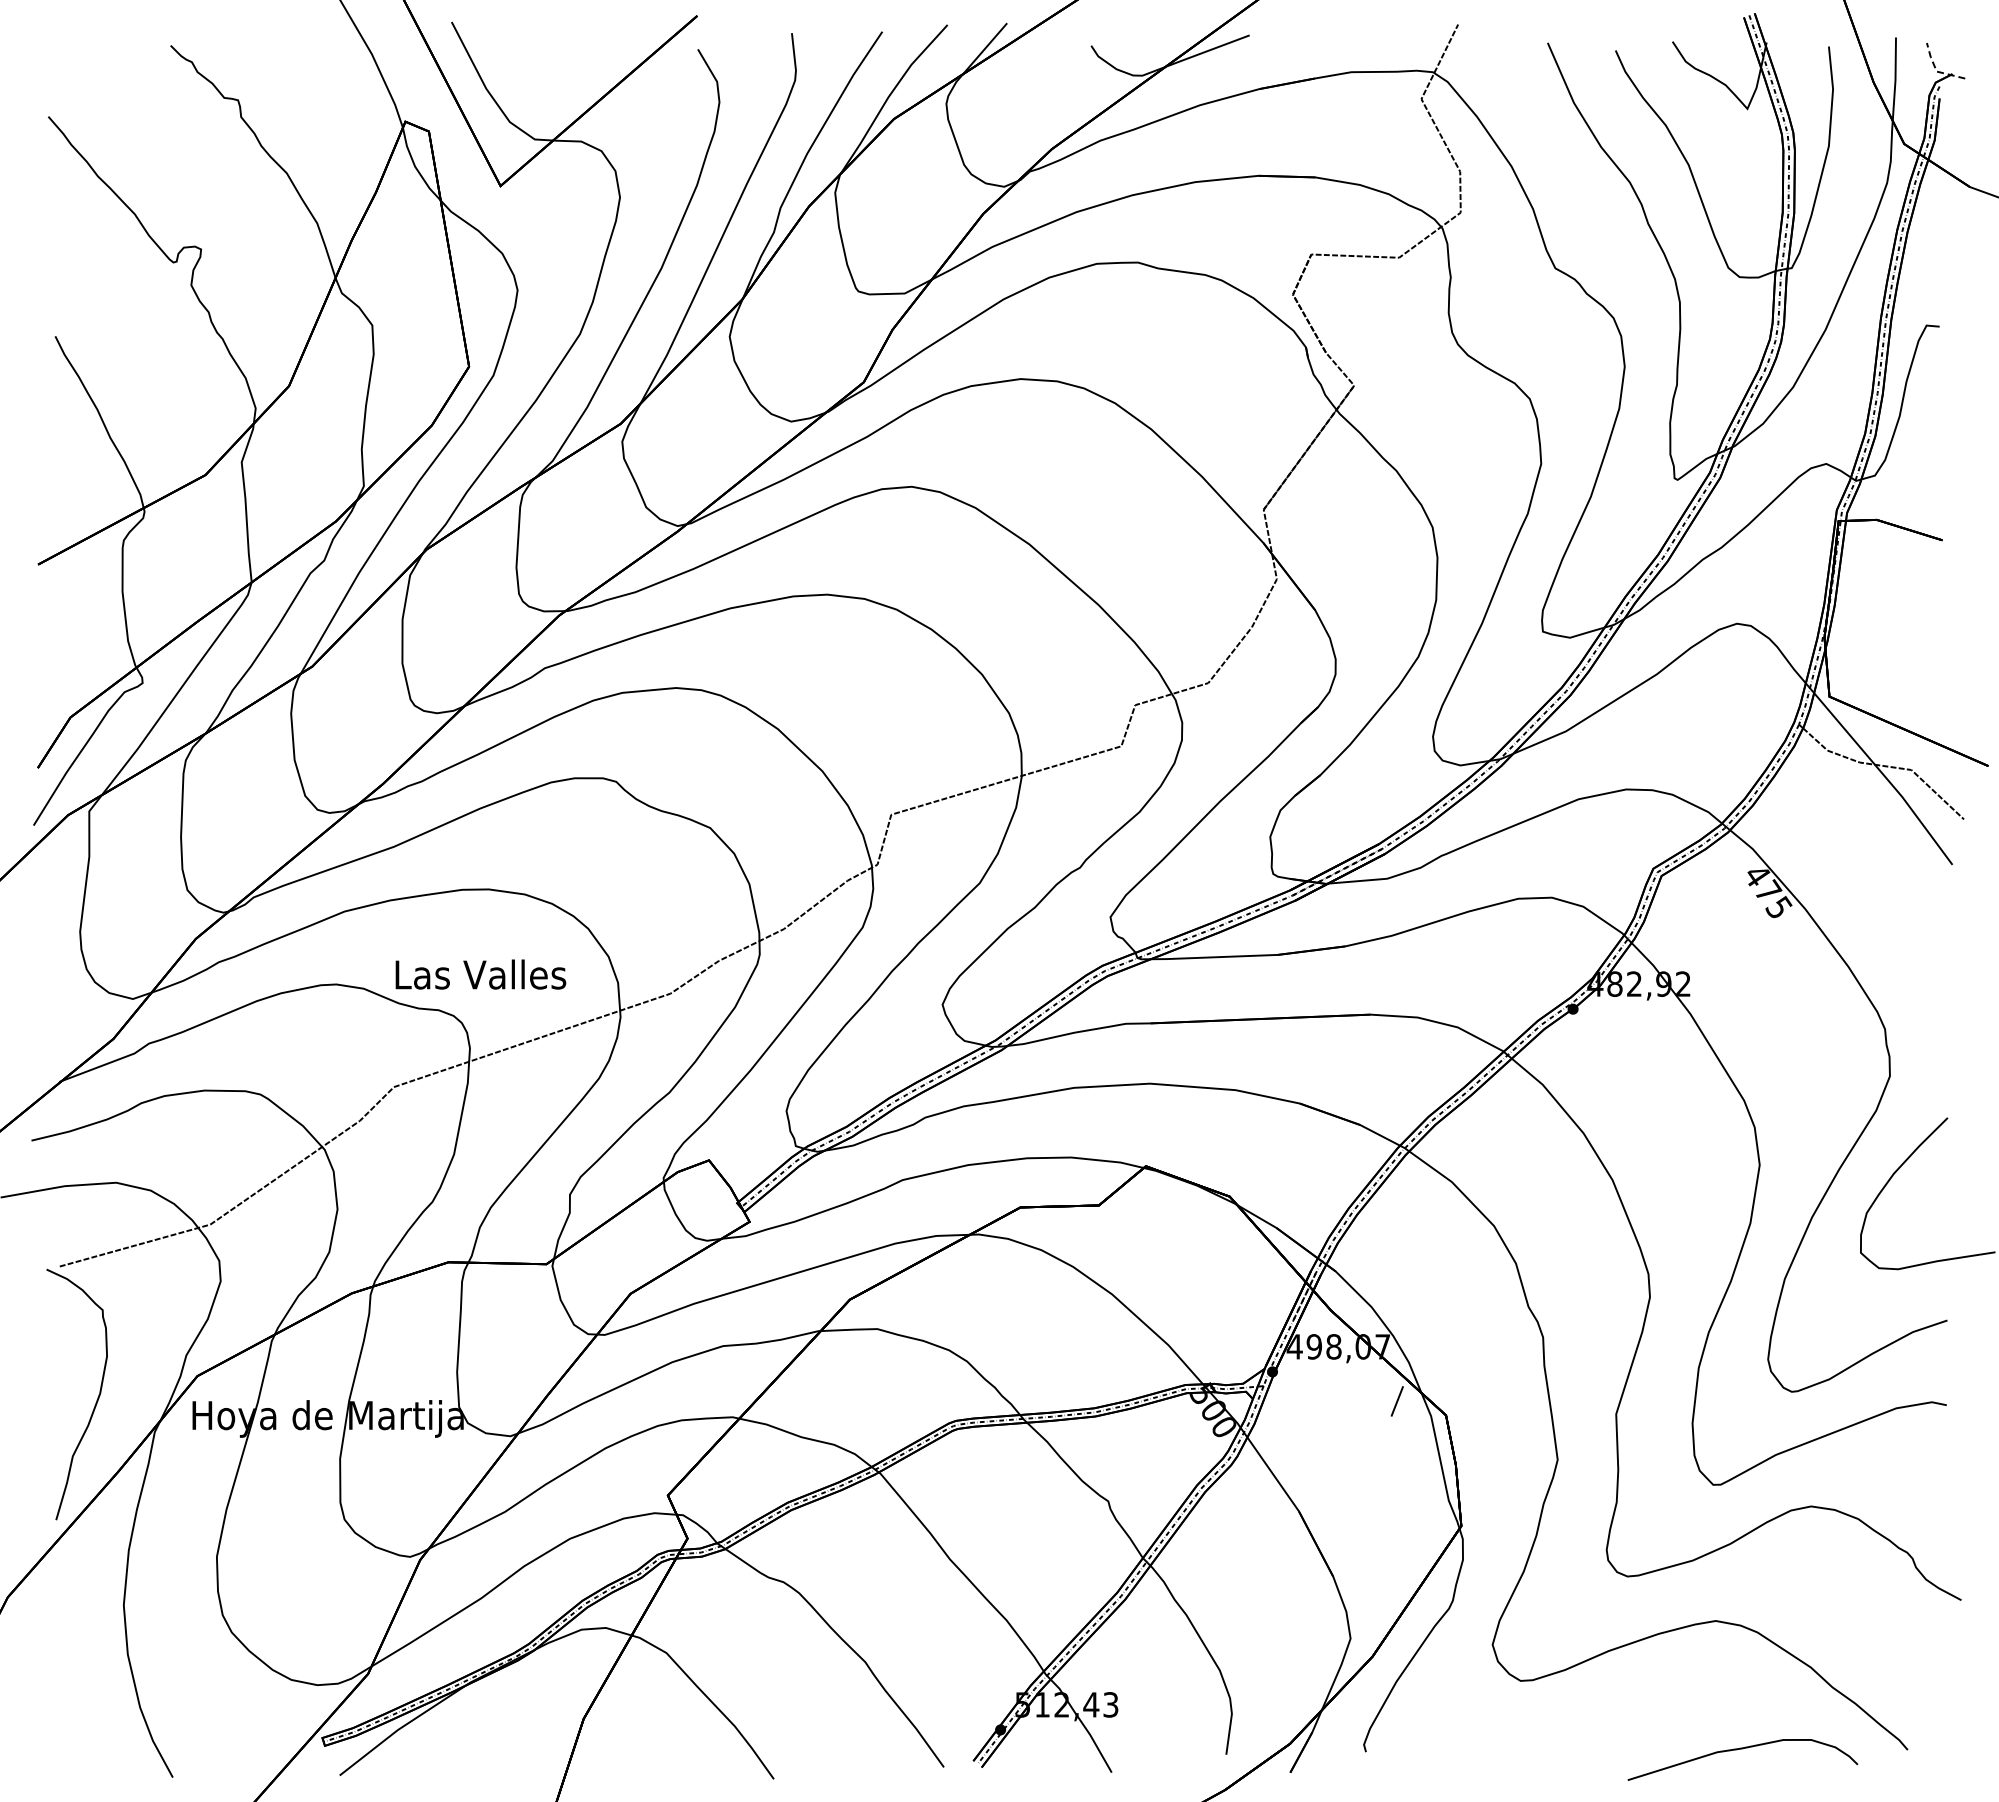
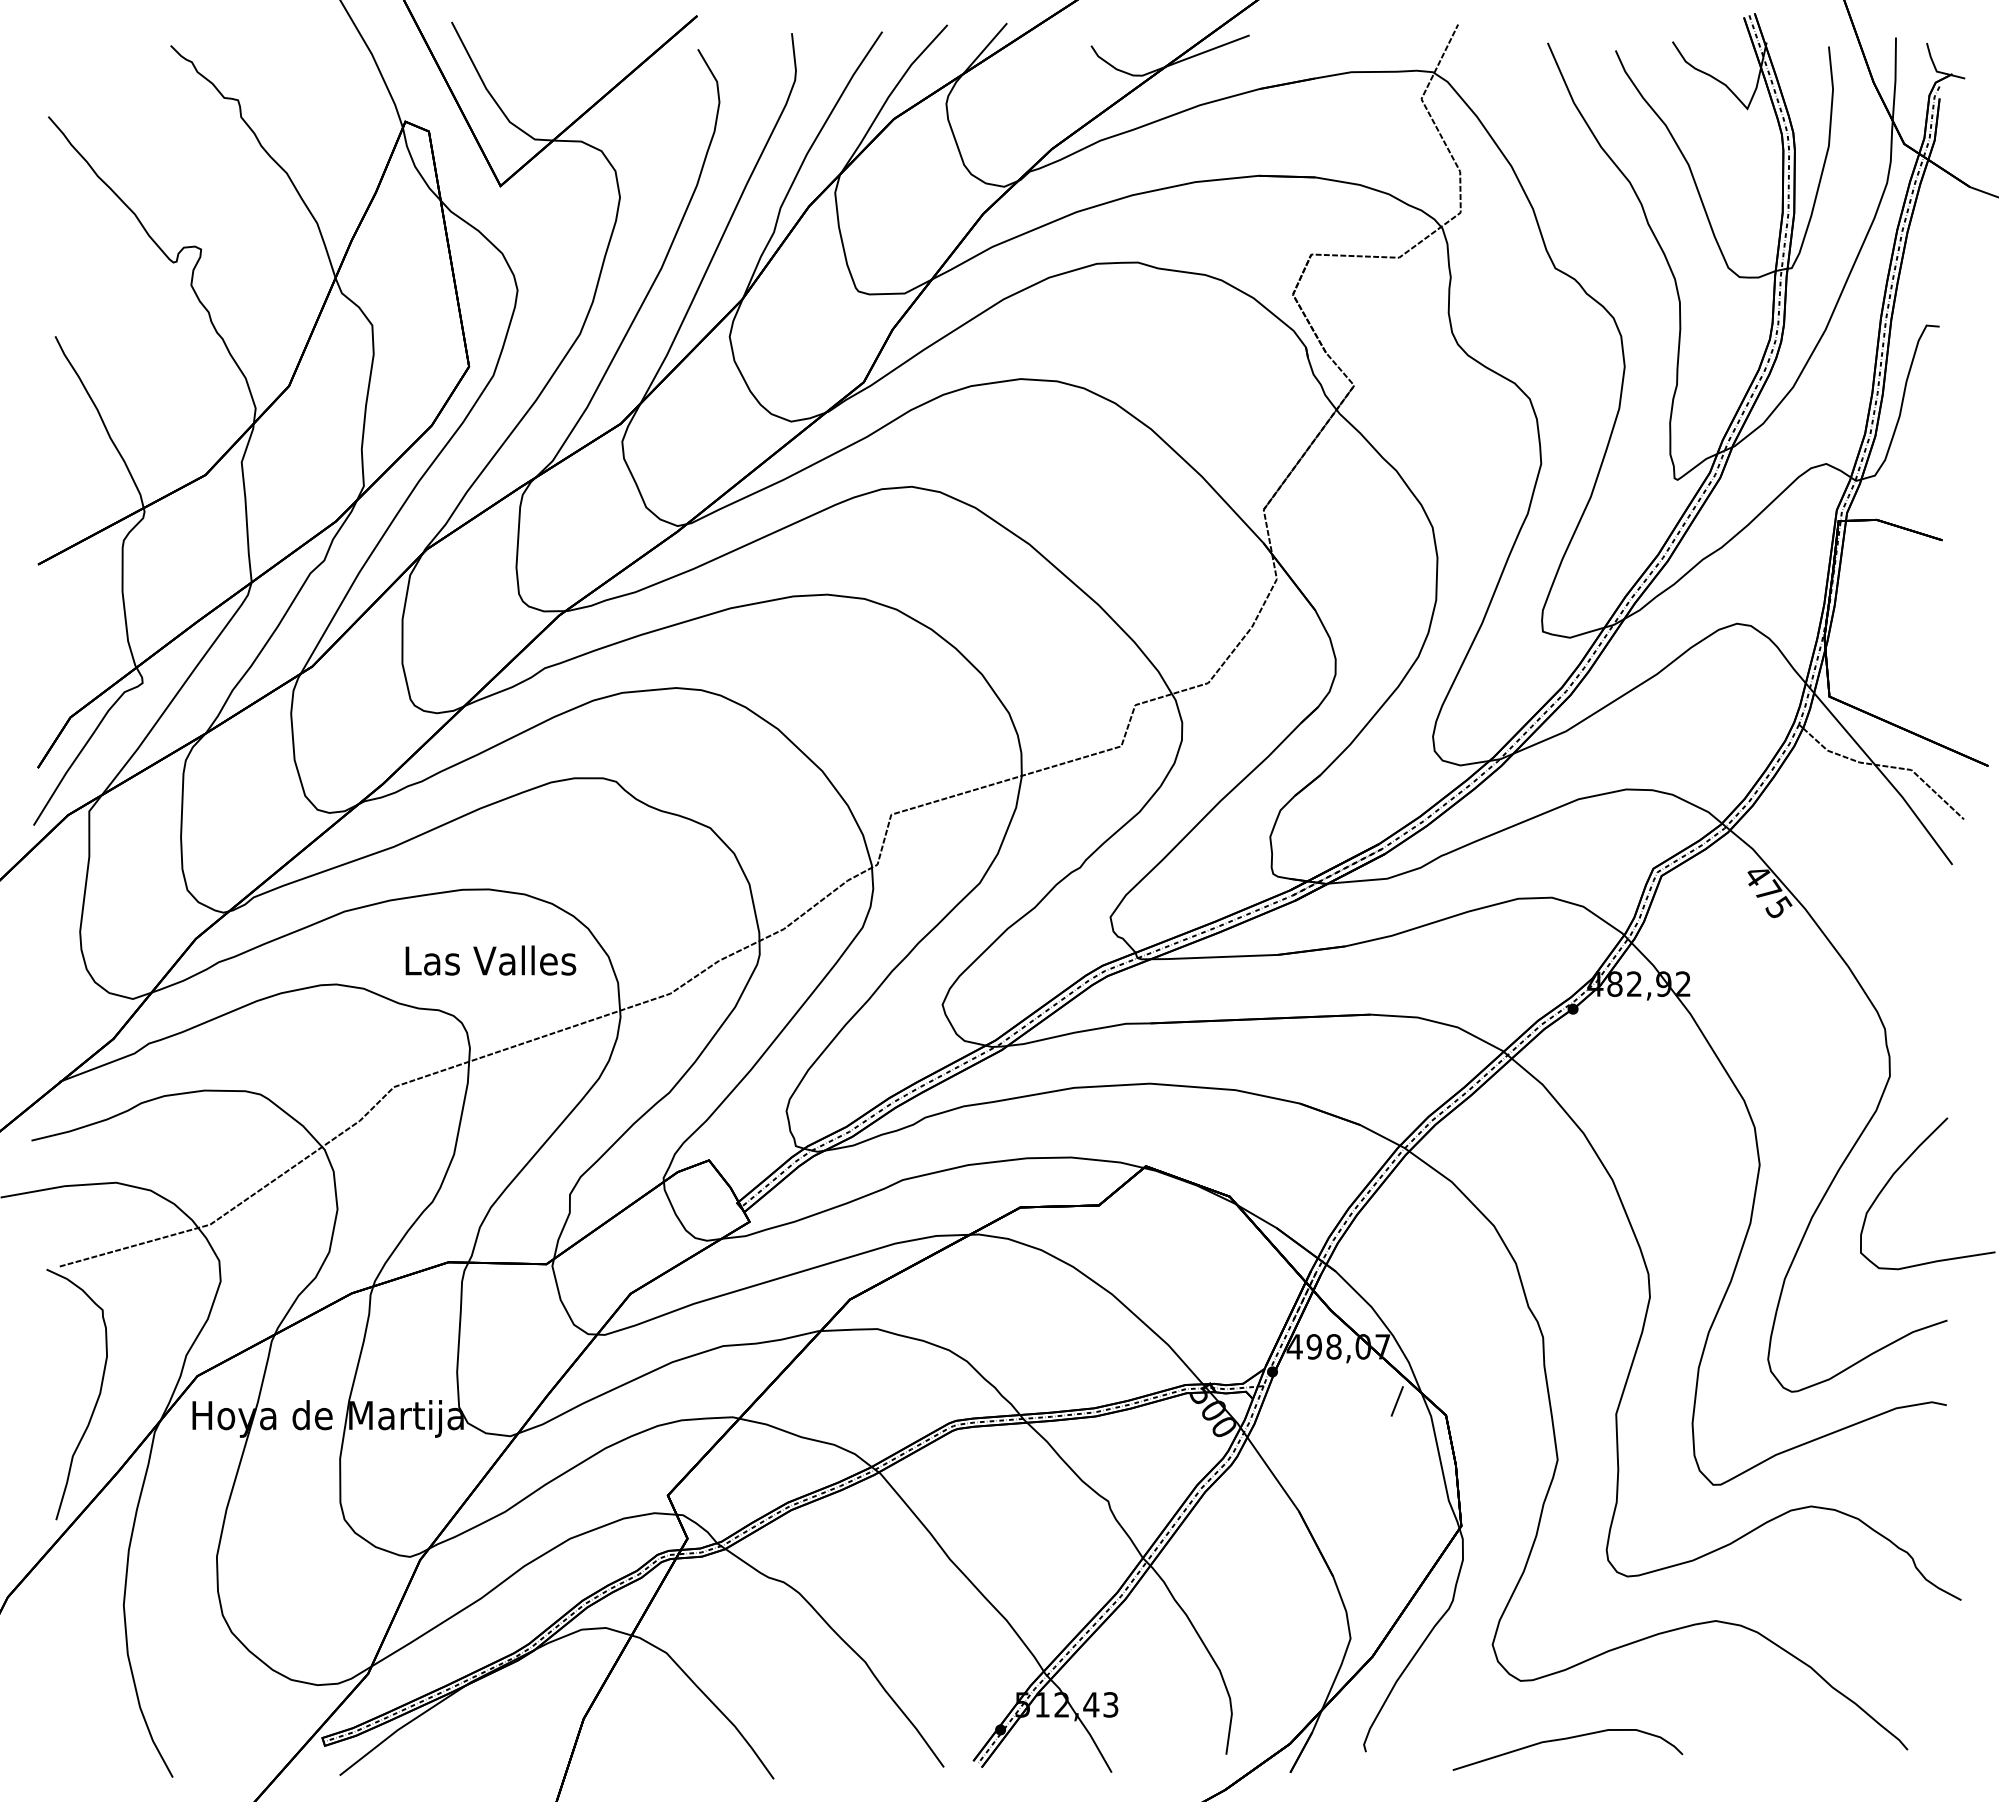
line at (1936, 70): dashed -> solid
text at (480, 974) position: (480, 974) -> (490, 960)
curve at (1742, 1749) position: (1742, 1749) -> (1567, 1739)
